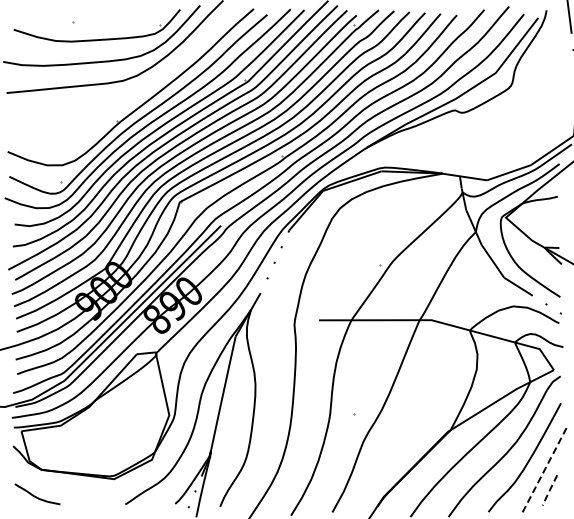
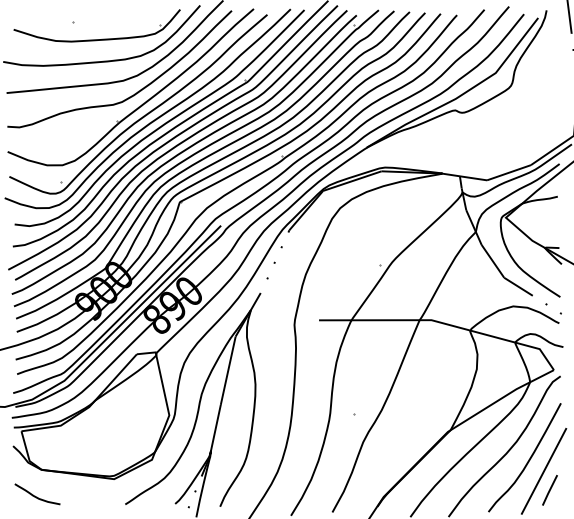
curve at (134, 93): none -> present
line at (543, 471): dashed -> solid
line at (549, 490): dashed -> solid
